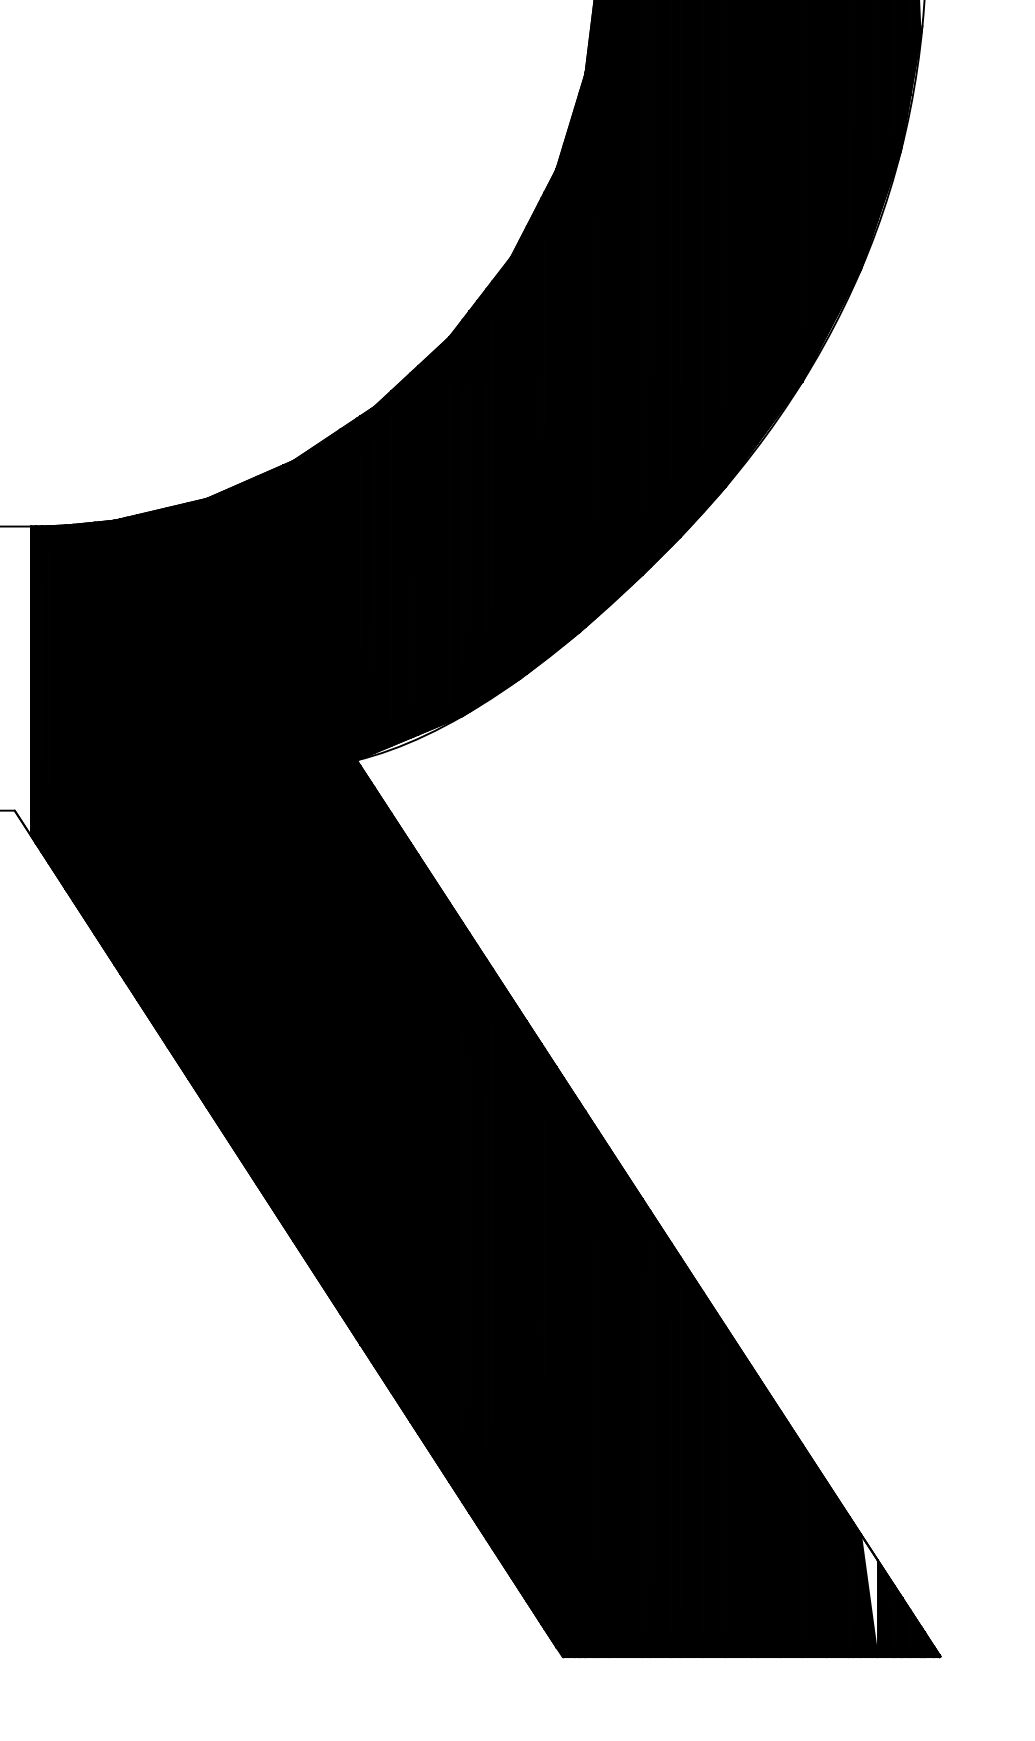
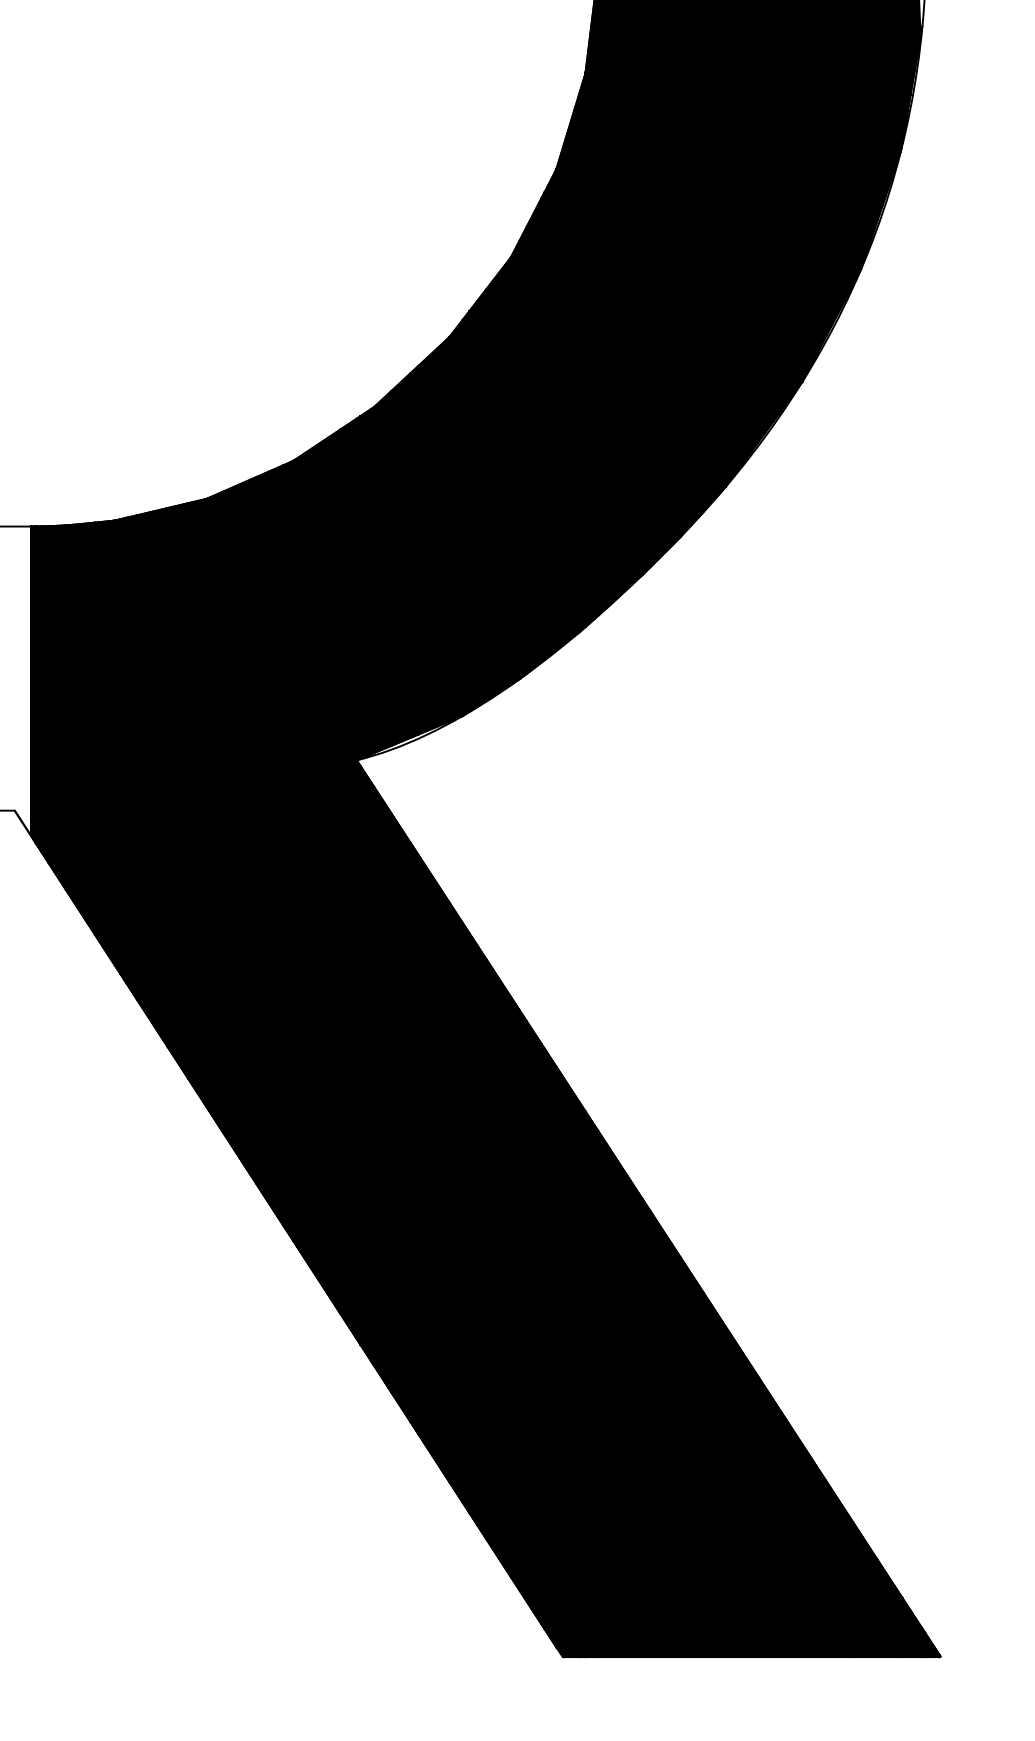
fill at (868, 1595): none -> present
